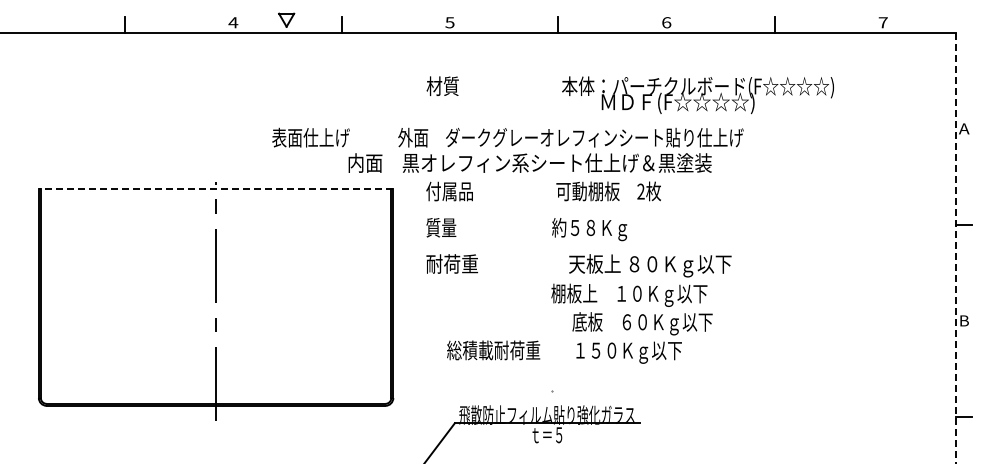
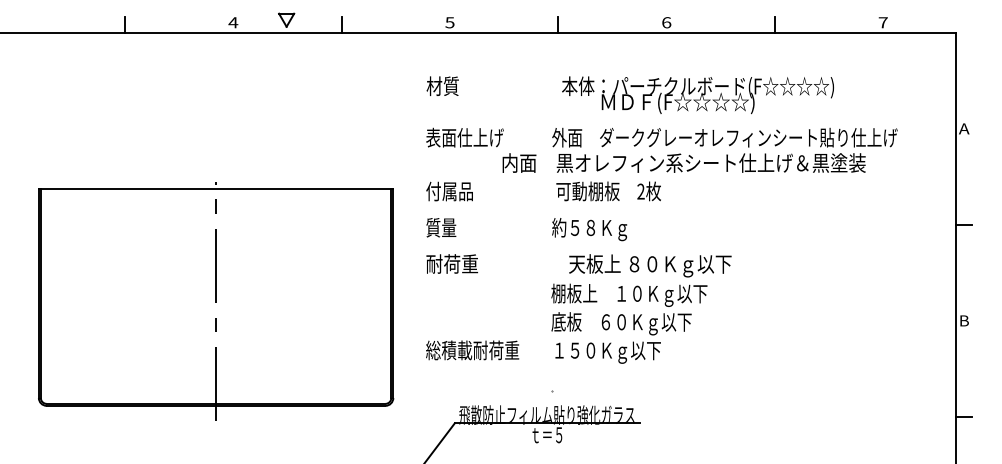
text at (507, 149) position: (507, 149) -> (661, 149)
line at (215, 189): dashed -> solid
line at (956, 248): dashed -> solid
text at (579, 337) position: (579, 337) -> (558, 337)
